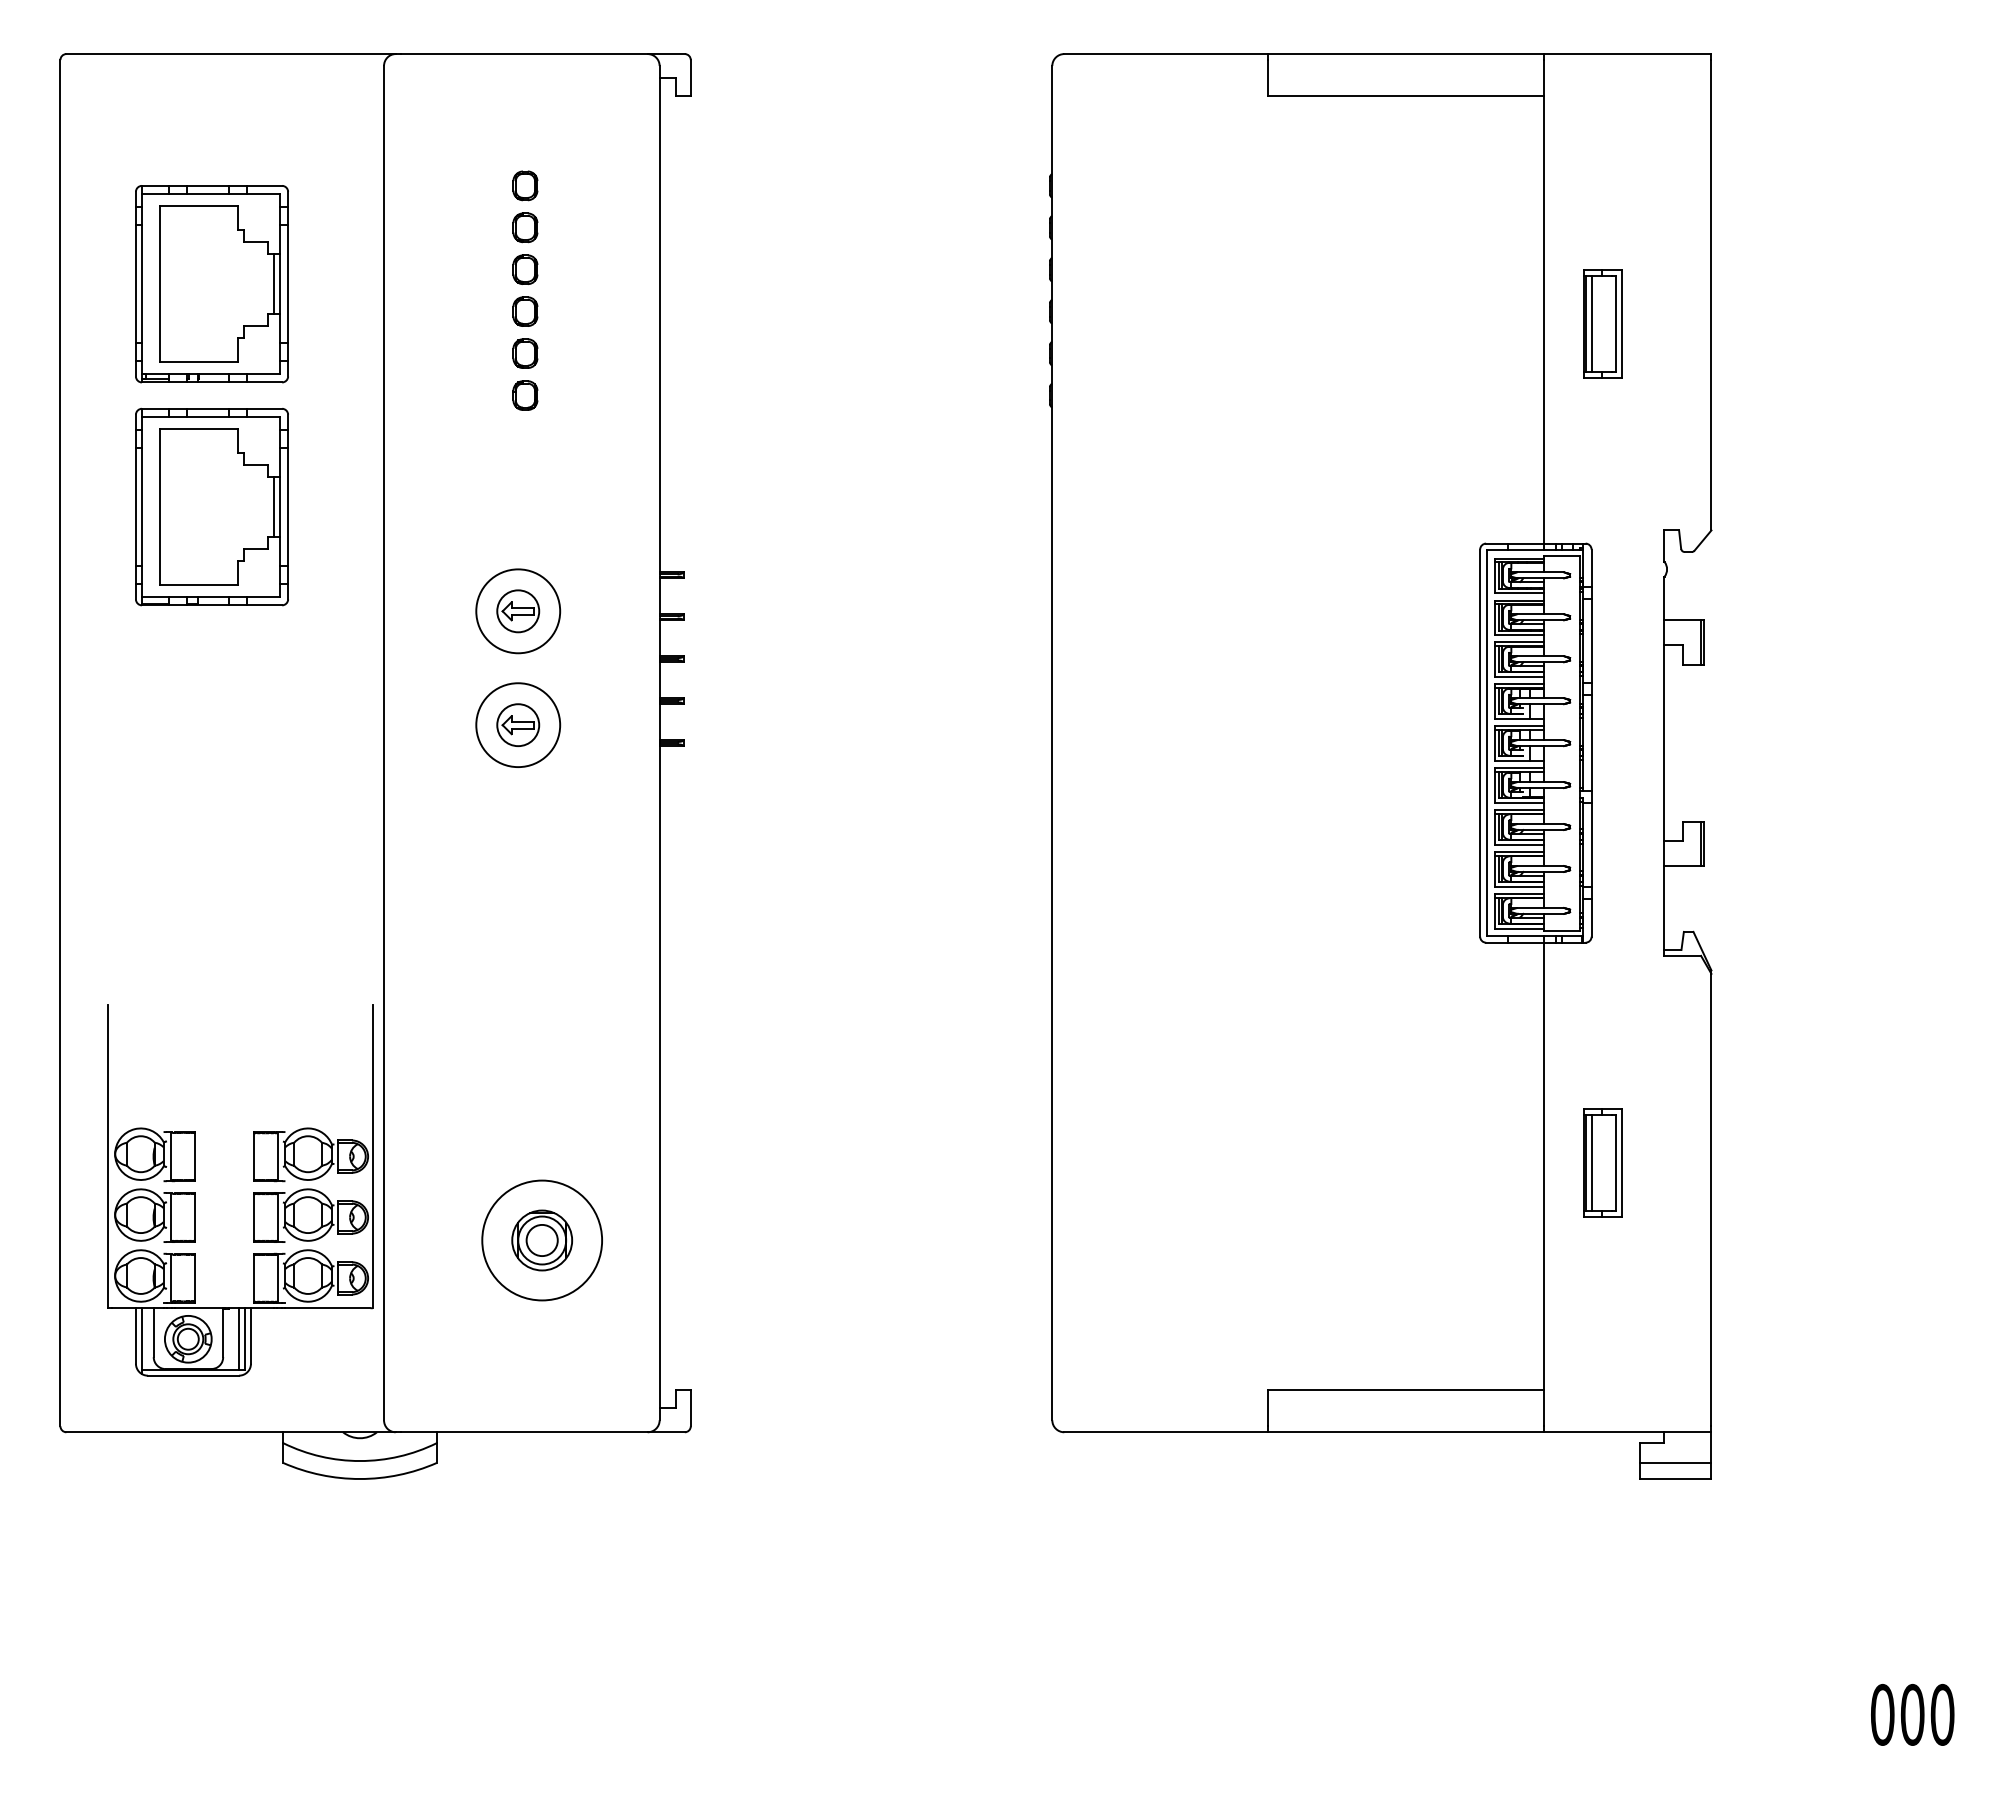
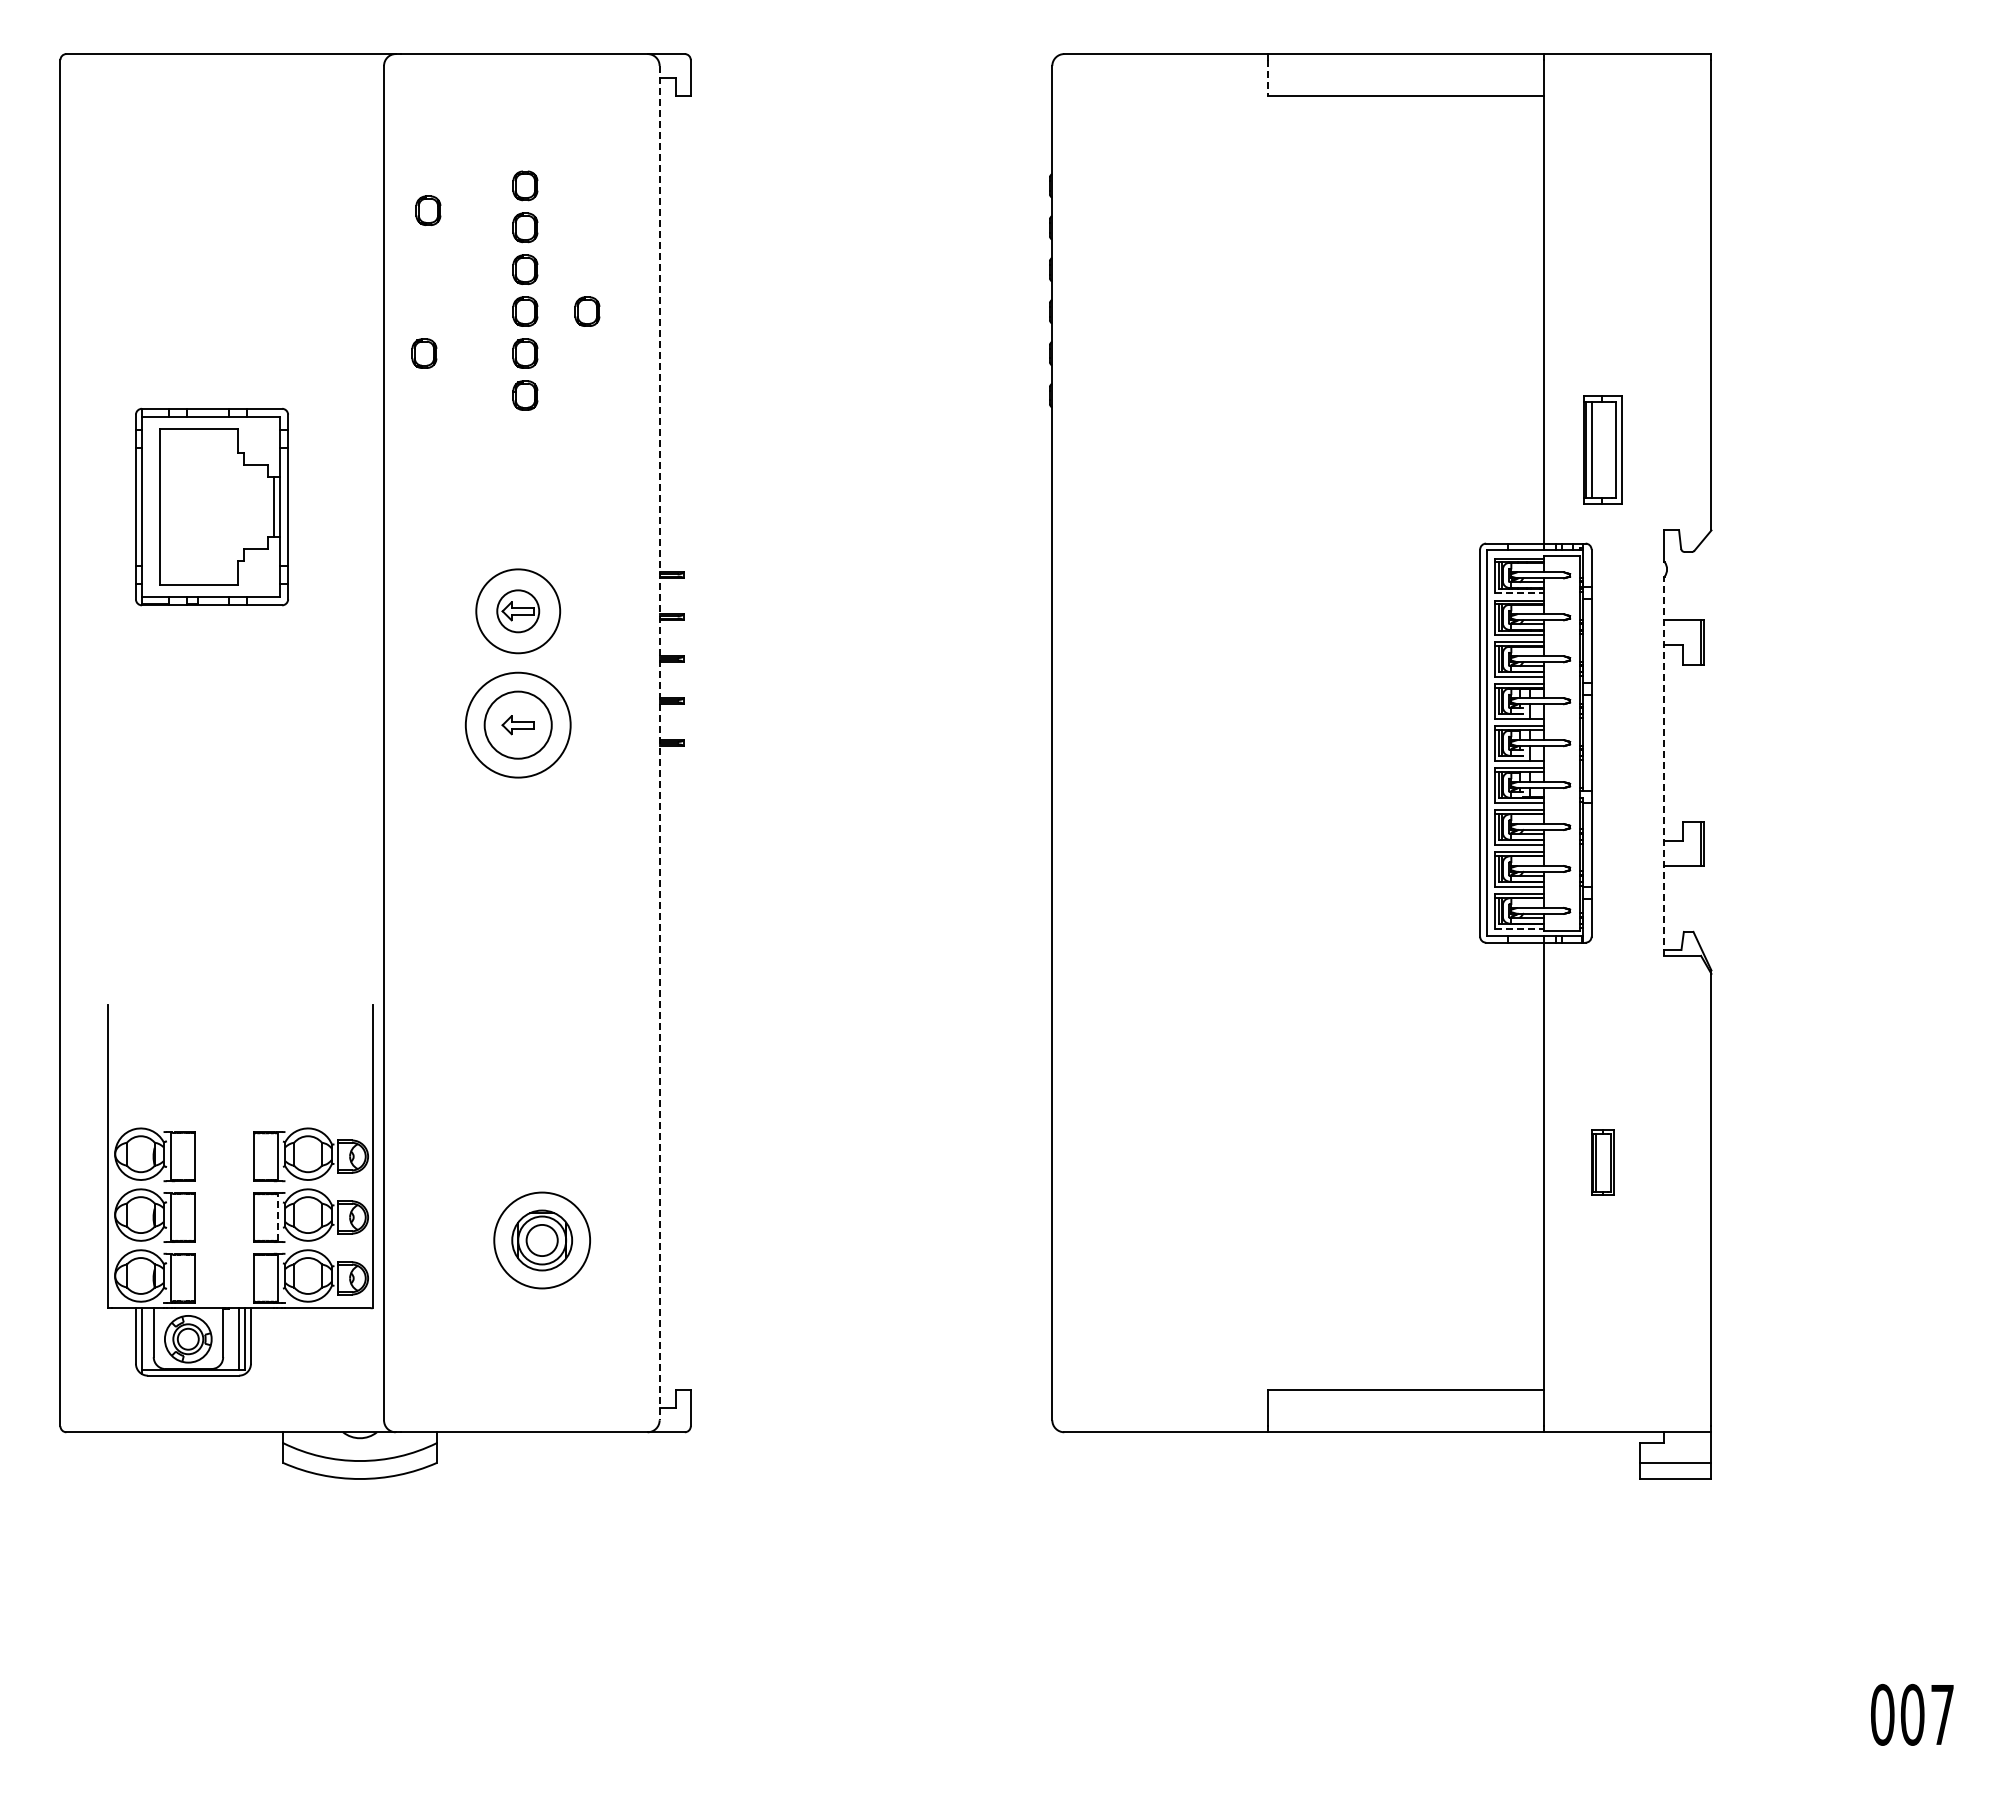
line at (1268, 78): solid -> dashed
part at (428, 210): none -> present
part at (211, 284): present -> none
part at (587, 311): none -> present
part at (1602, 323) position: (1602, 323) -> (1602, 449)
part at (424, 353): none -> present
line at (1519, 593): solid -> dashed
circle at (518, 725) diameter: 42 px -> 67 px
circle at (518, 725) diameter: 84 px -> 105 px
line at (659, 743): solid -> dashed
line at (1663, 766): solid -> dashed
line at (1519, 928): solid -> dashed
part at (1602, 1162) size: 40x110 px -> 24x67 px
line at (277, 1217): solid -> dashed
circle at (542, 1240) diameter: 120 px -> 96 px
text at (1942, 1714): 000 -> 007
